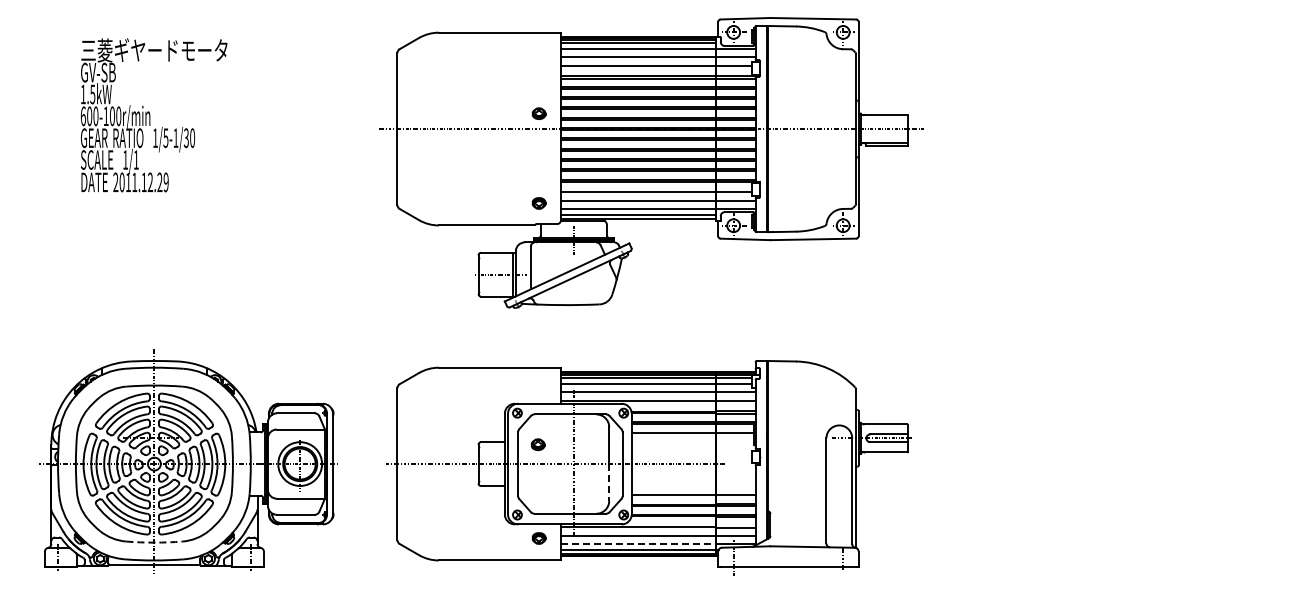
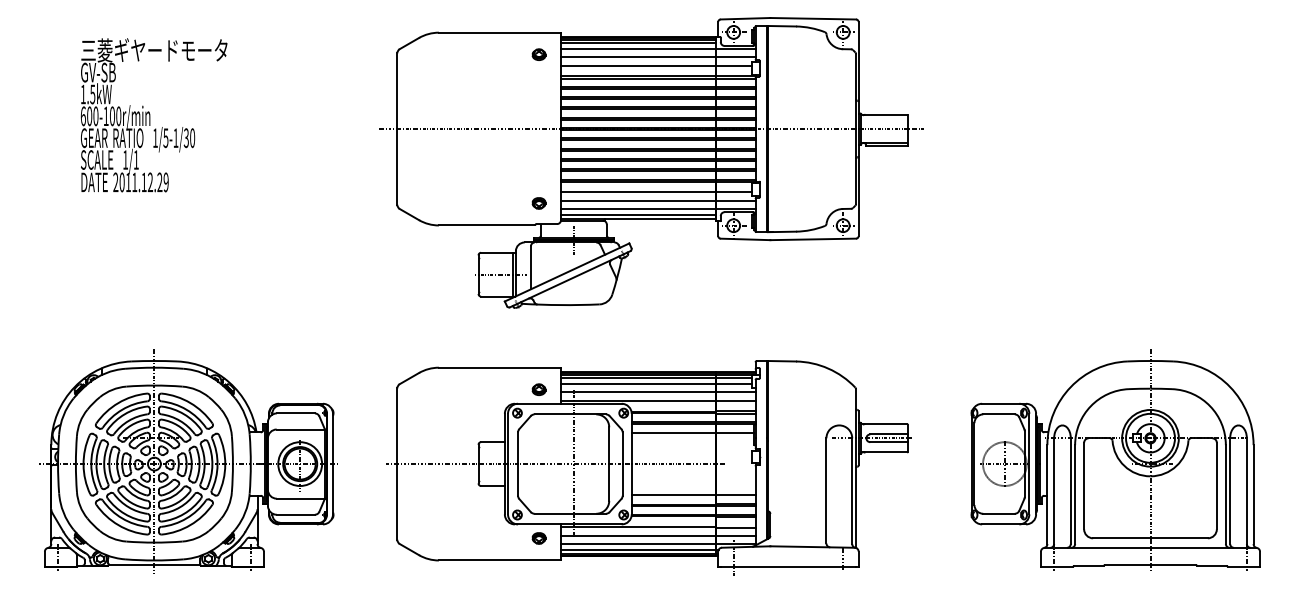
part at (538, 113) position: (538, 113) -> (538, 54)
part at (537, 444) position: (537, 444) -> (538, 389)
part at (1115, 459): none -> present
line at (609, 482): dashed -> solid
arc at (154, 542): dashed -> solid
line at (638, 543): dashed -> solid
